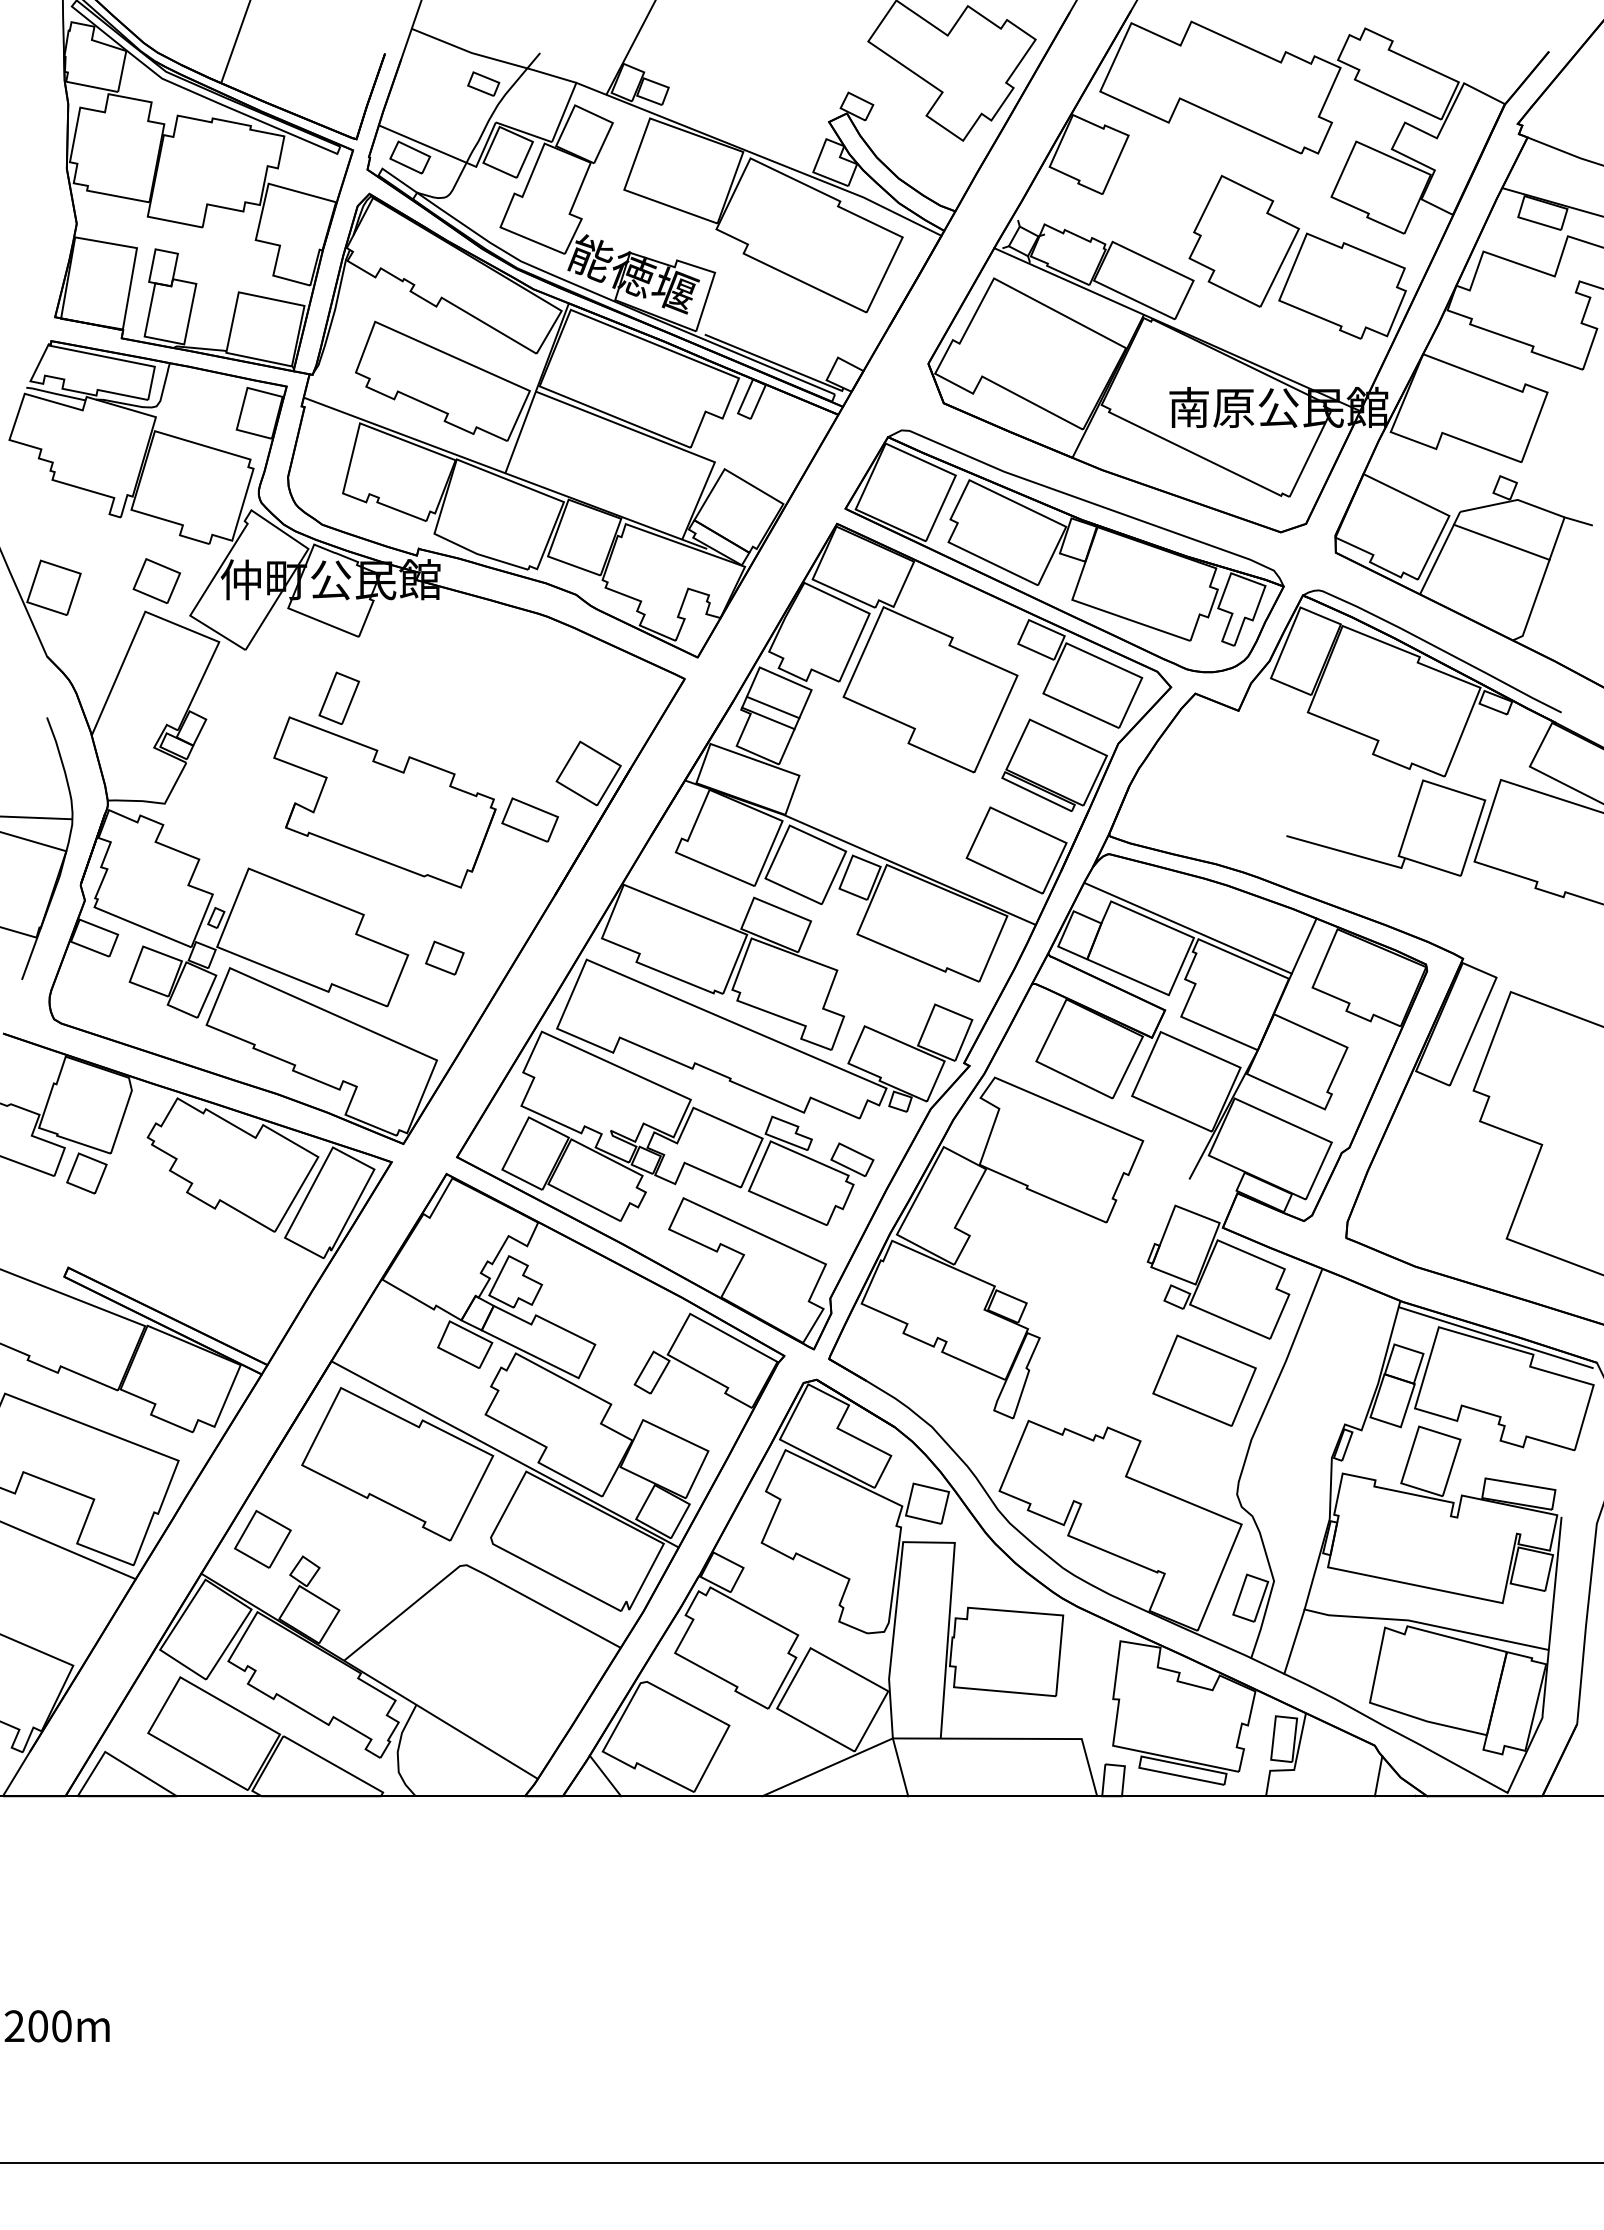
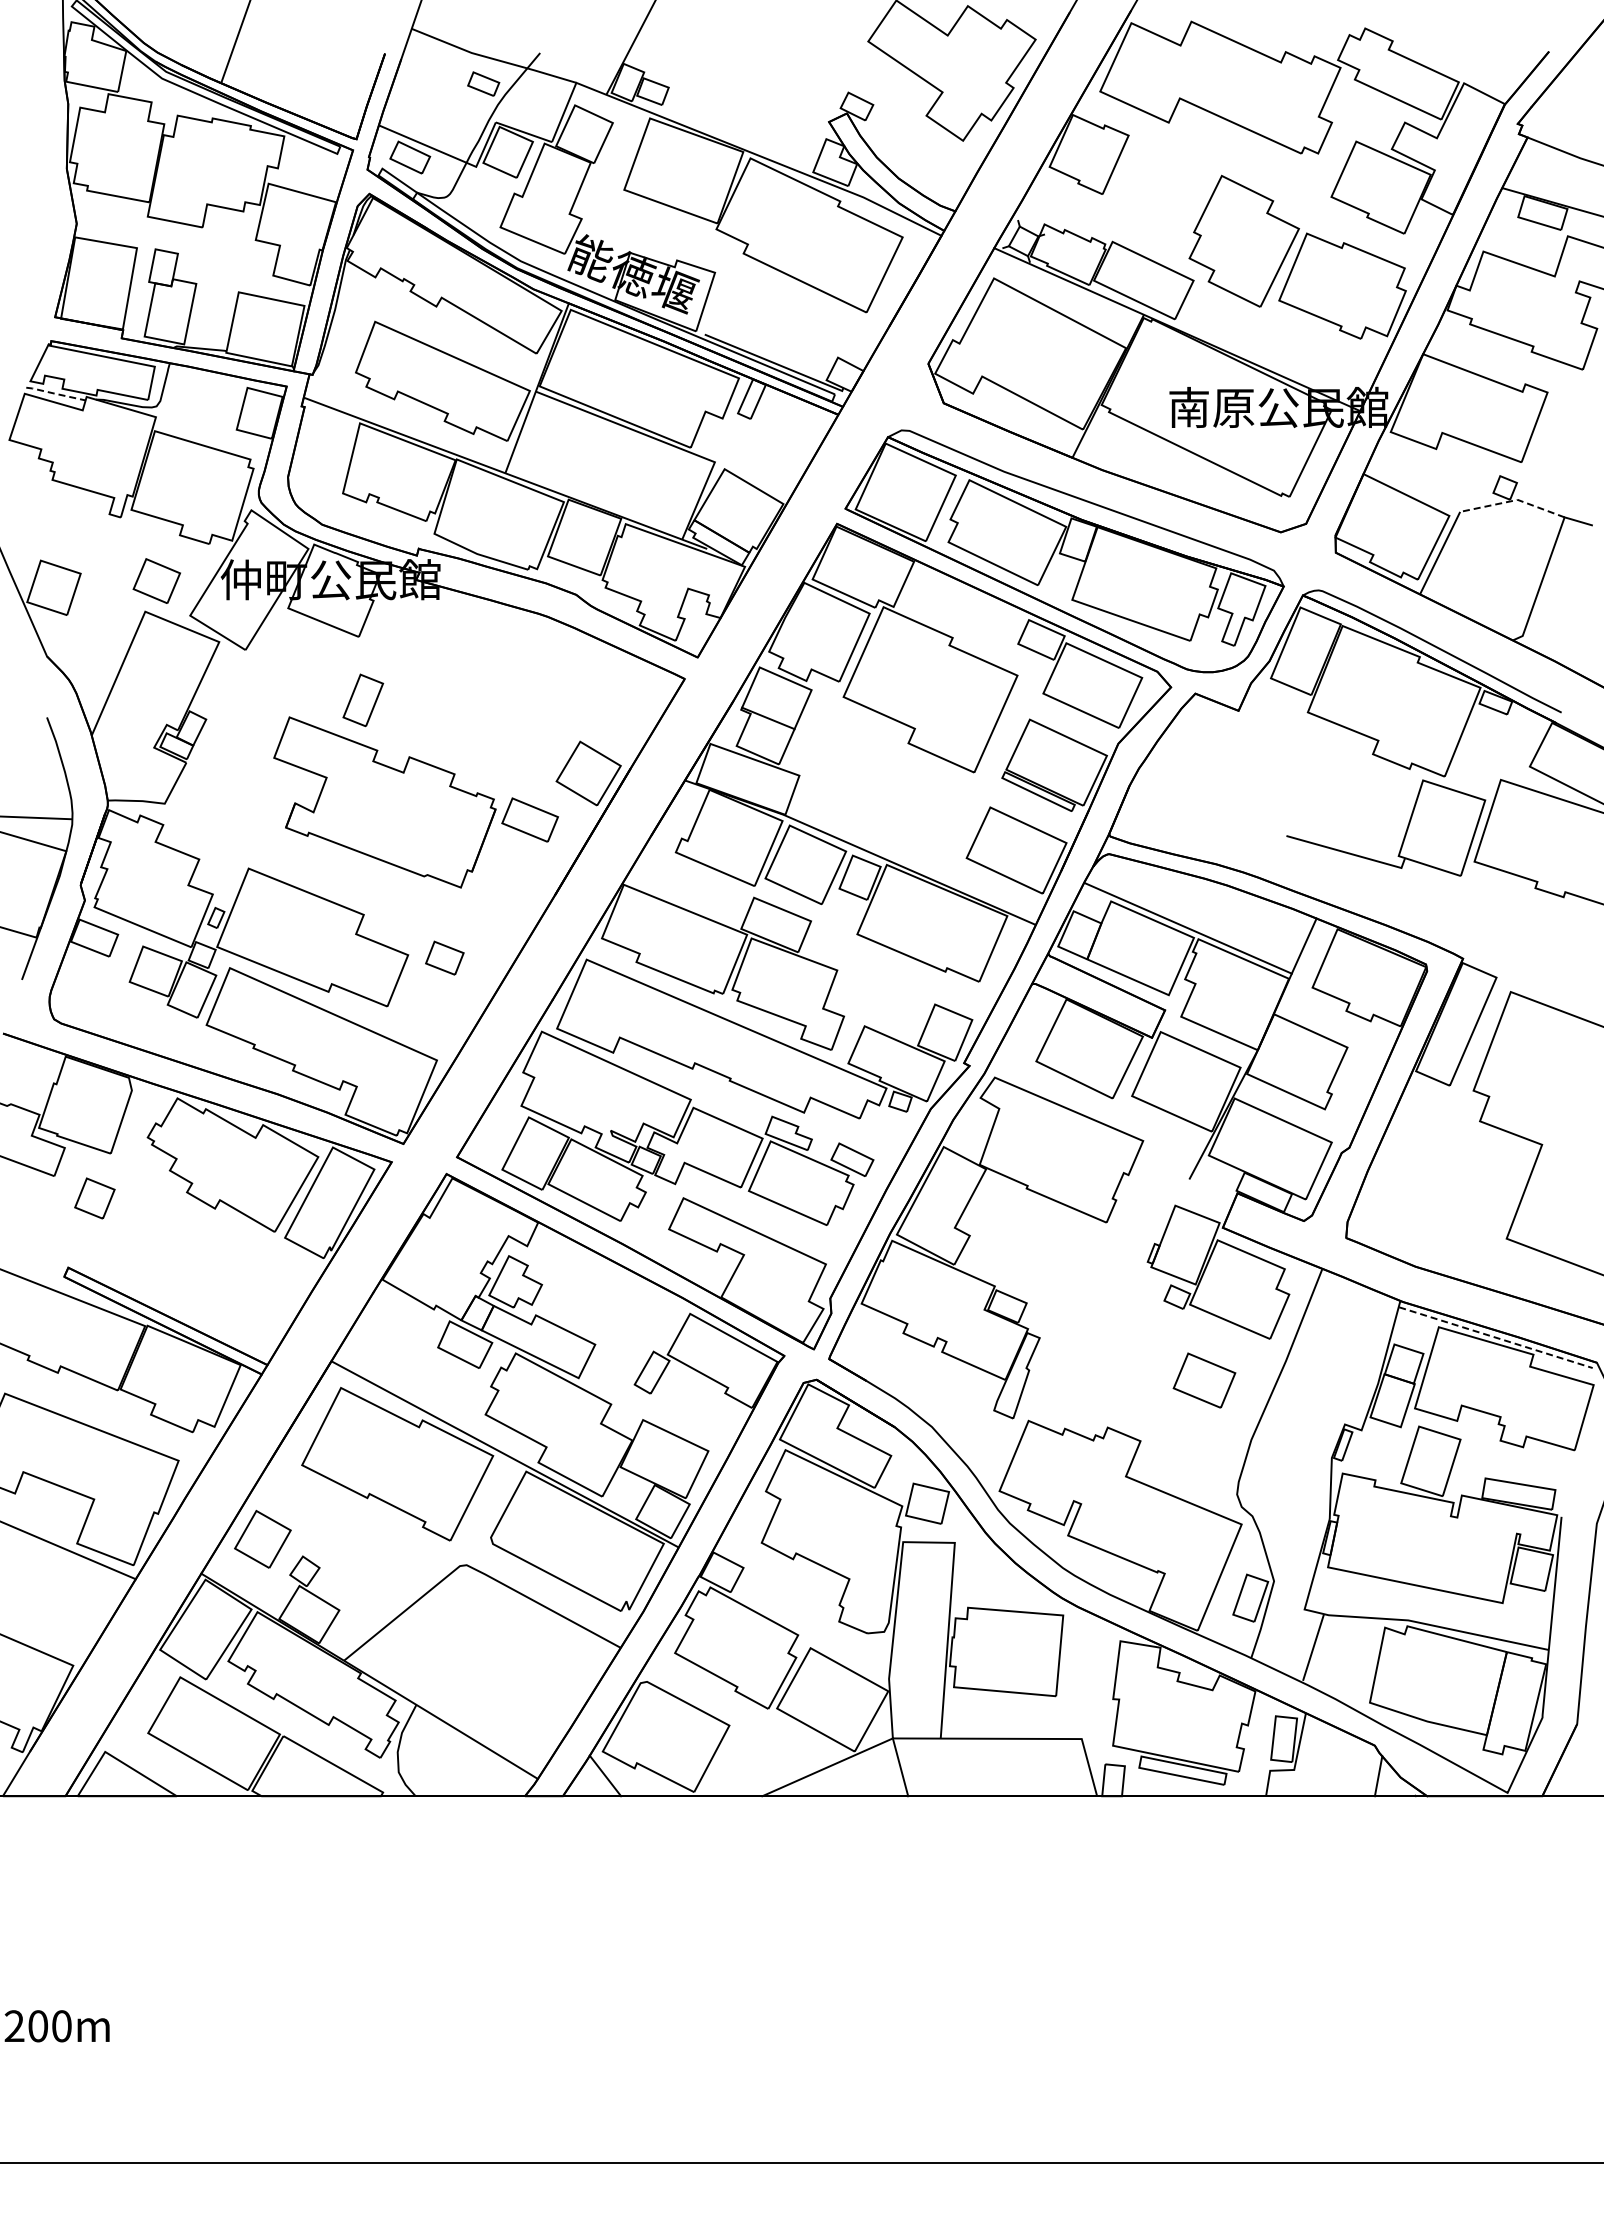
line at (55, 393): solid -> dashed
line at (1513, 500): solid -> dashed
line at (1501, 541): present -> none
part at (339, 698) position: (339, 698) -> (363, 700)
line at (772, 707): present -> none
part at (86, 1173) position: (86, 1173) -> (94, 1198)
line at (1496, 1337): solid -> dashed
part at (1204, 1380) size: 105x93 px -> 65x57 px
line at (1294, 1641) position: (1294, 1641) -> (1313, 1647)
